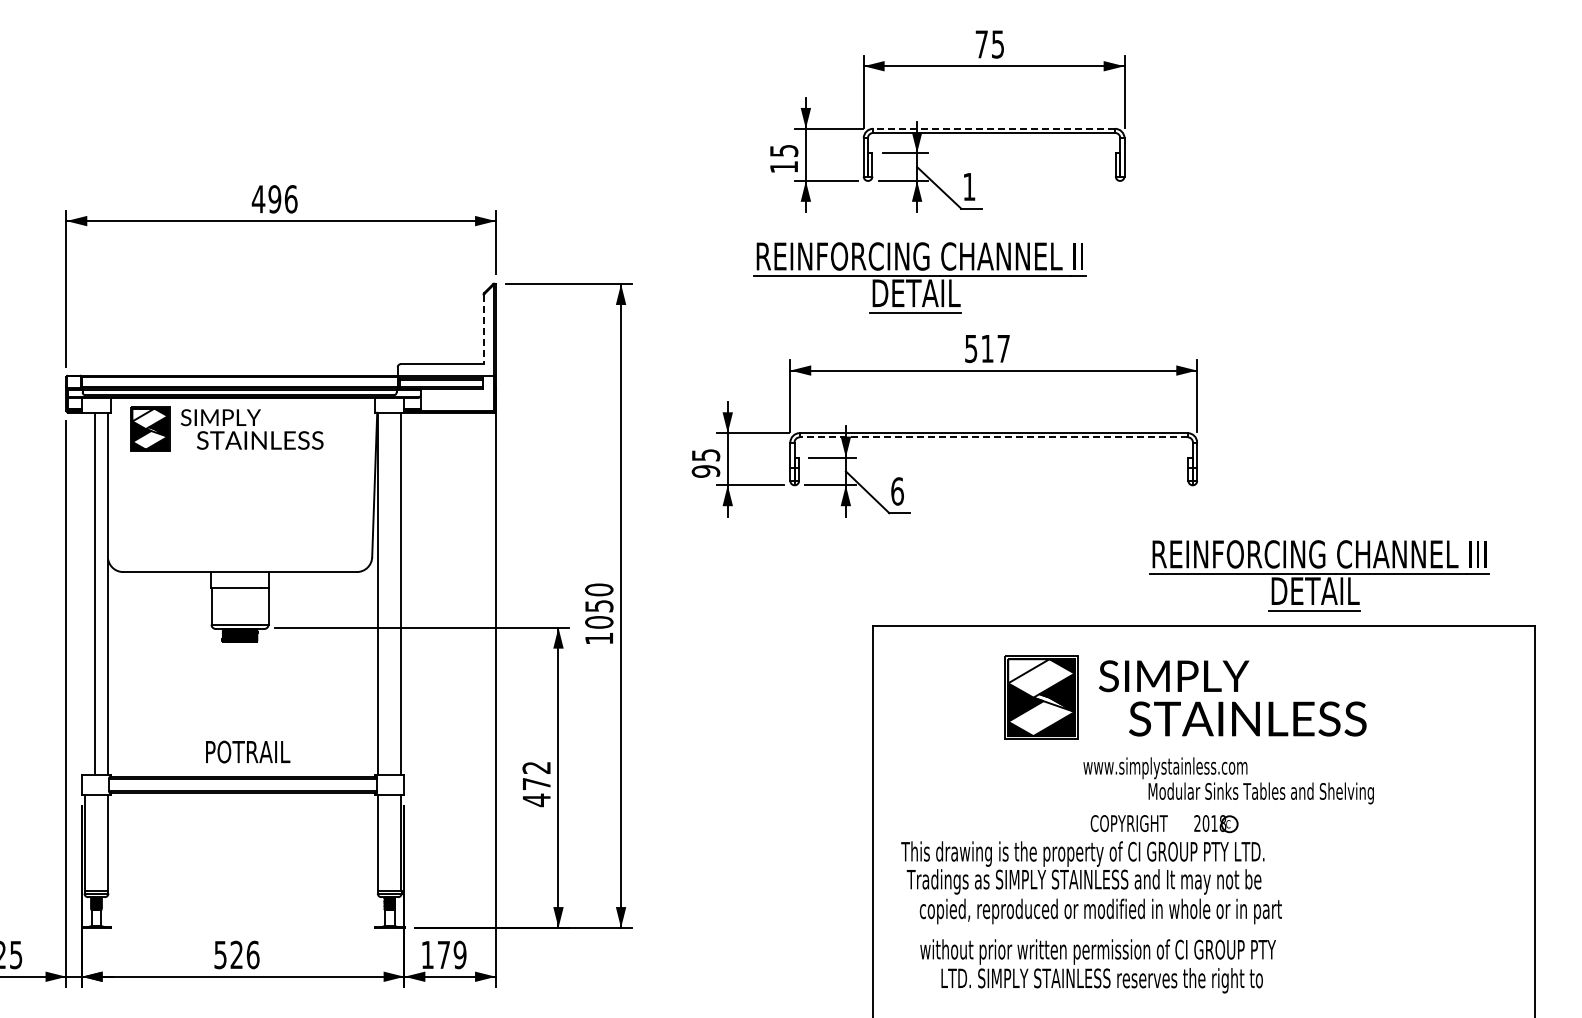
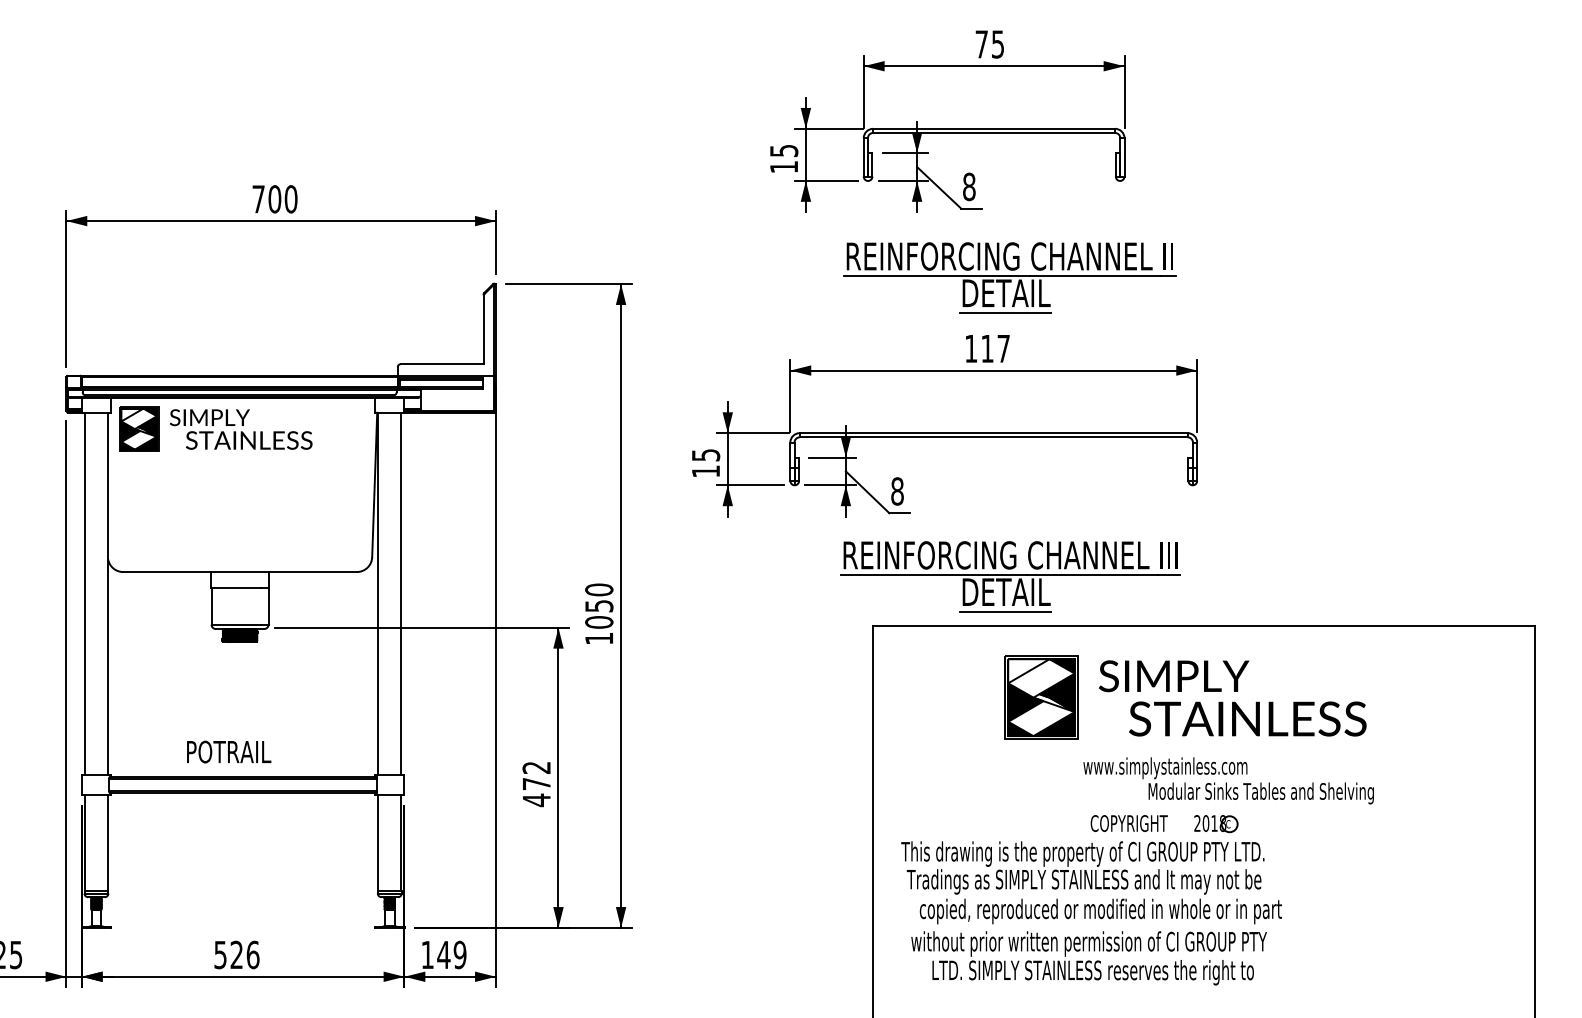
line at (994, 128): dashed -> solid
text at (969, 186): 1 -> 8
text at (274, 199): 496 -> 700
part at (919, 277) position: (919, 277) -> (1009, 277)
line at (483, 329): dashed -> solid
text at (971, 349): 517 -> 117
part at (226, 428) position: (226, 428) -> (215, 428)
line at (993, 437): dashed -> solid
text at (705, 471): 95 -> 15
text at (897, 491): 6 -> 8
part at (1319, 575) position: (1319, 575) -> (1010, 576)
line at (94, 593) position: (94, 593) -> (84, 593)
text at (248, 751) position: (248, 751) -> (229, 751)
text at (443, 954): 179 -> 149
text at (1097, 966) position: (1097, 966) -> (1088, 958)
